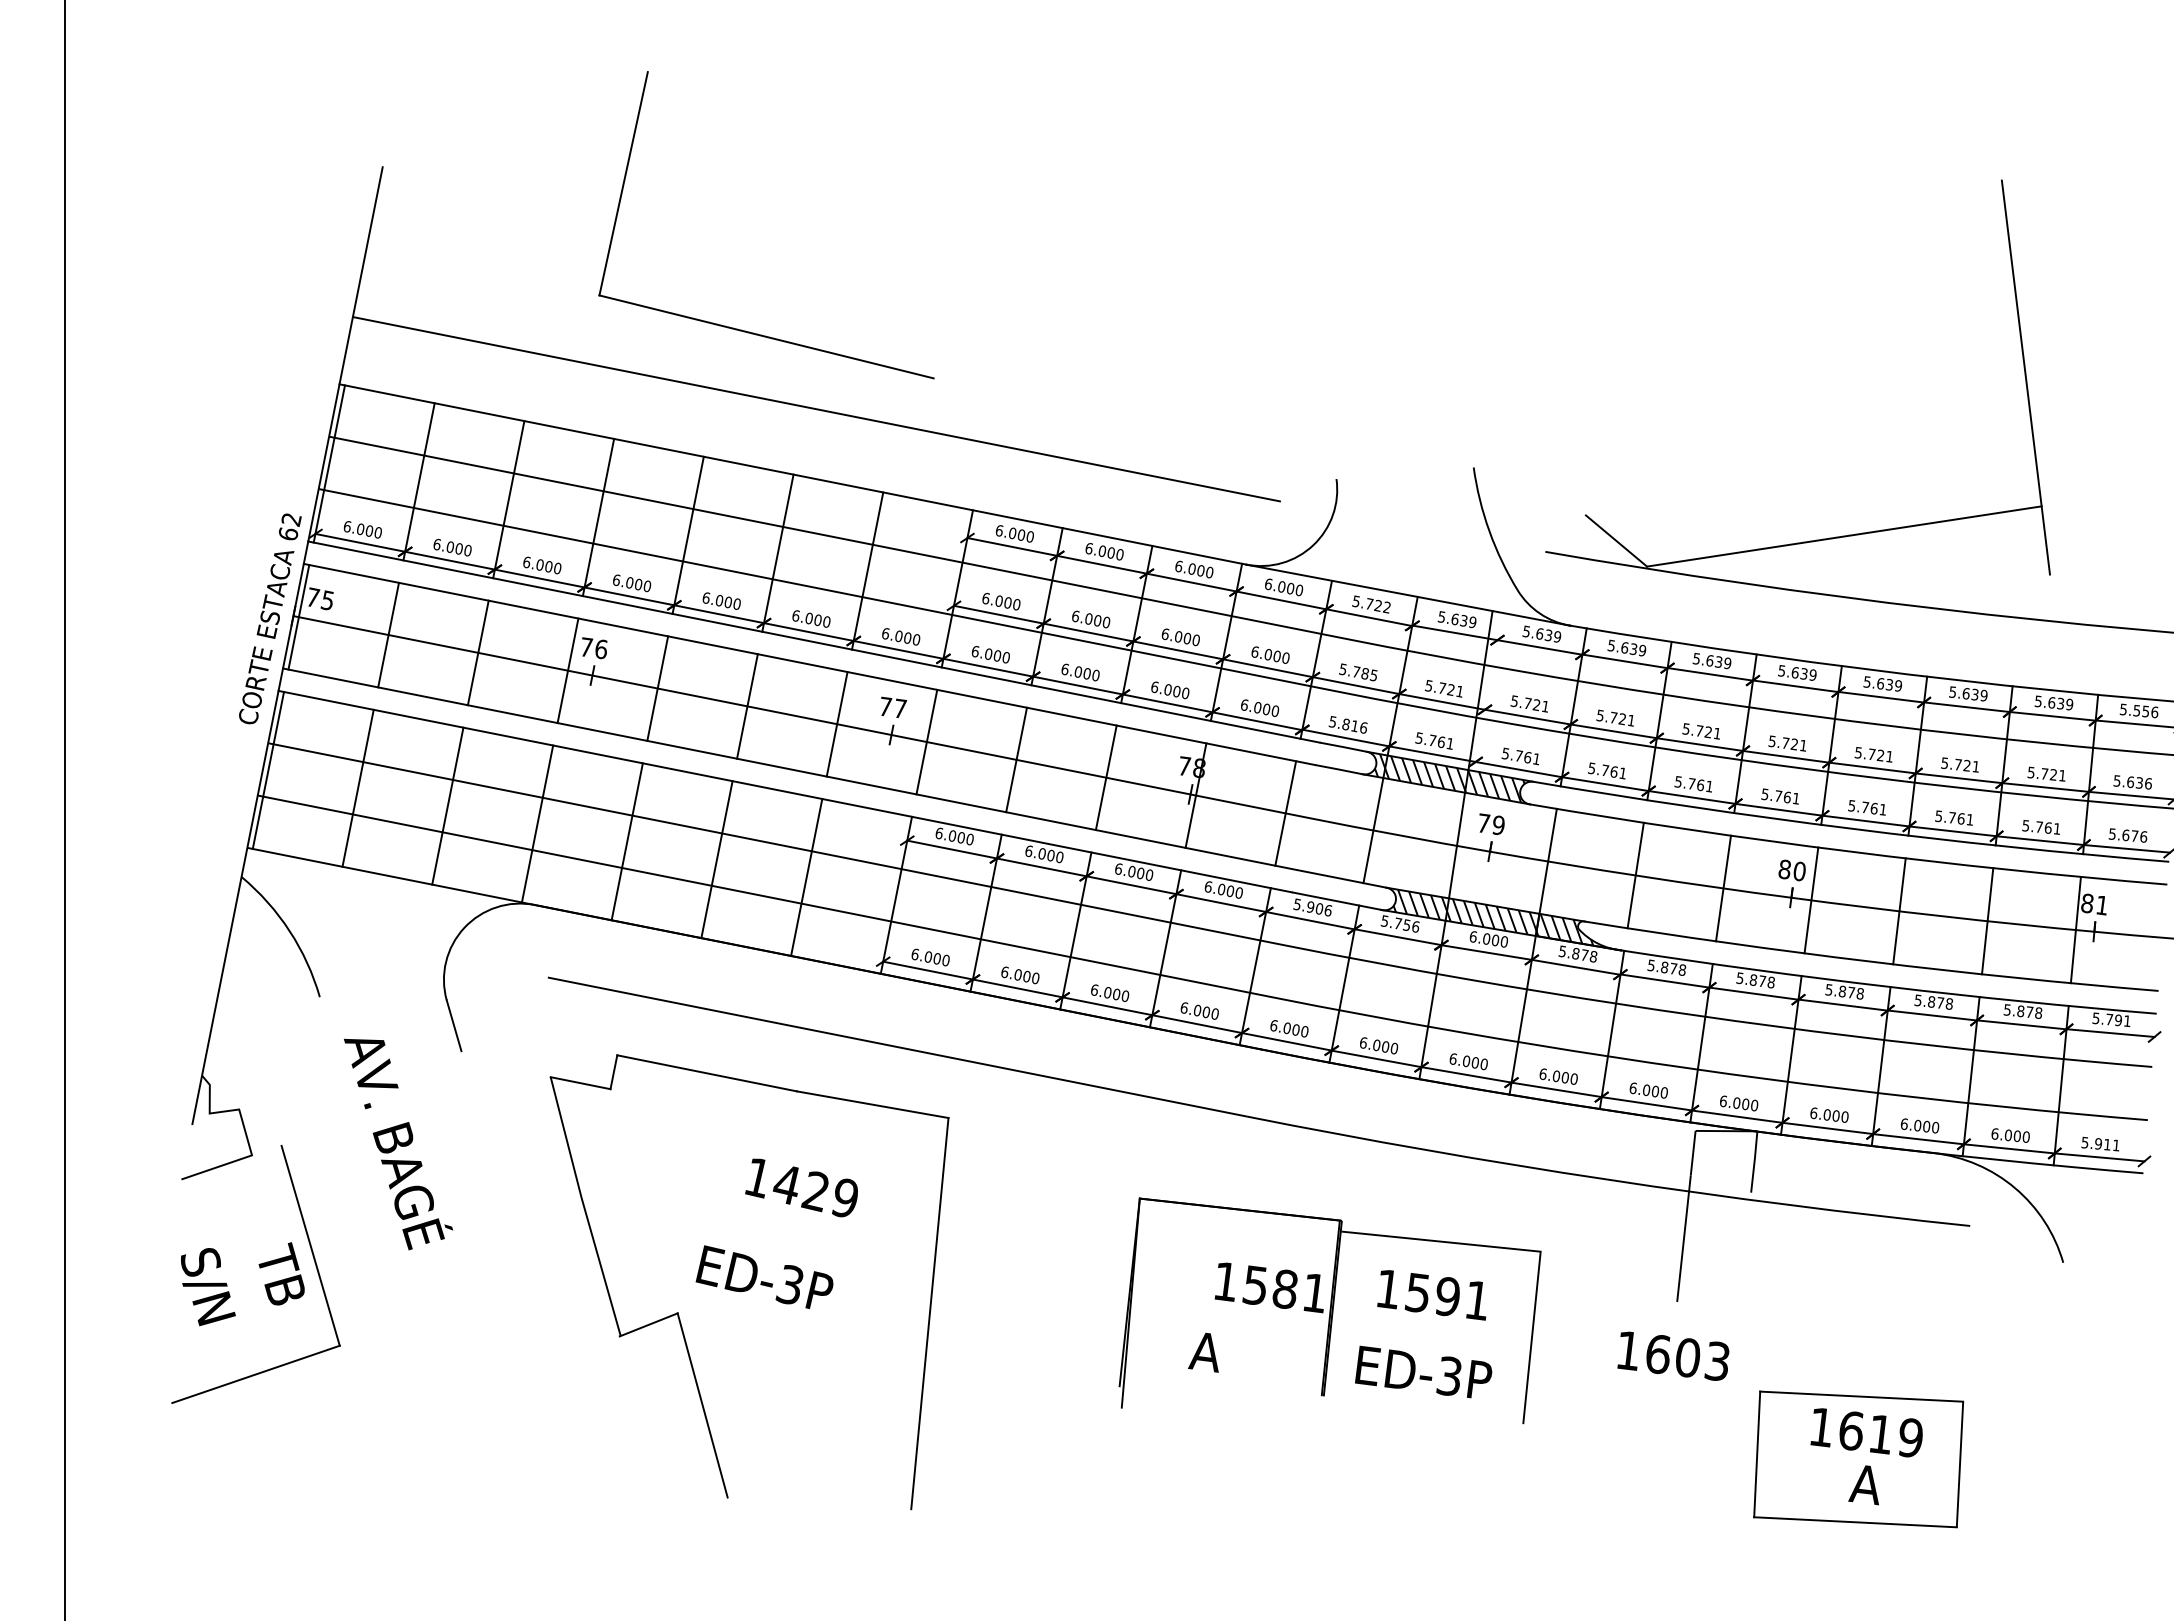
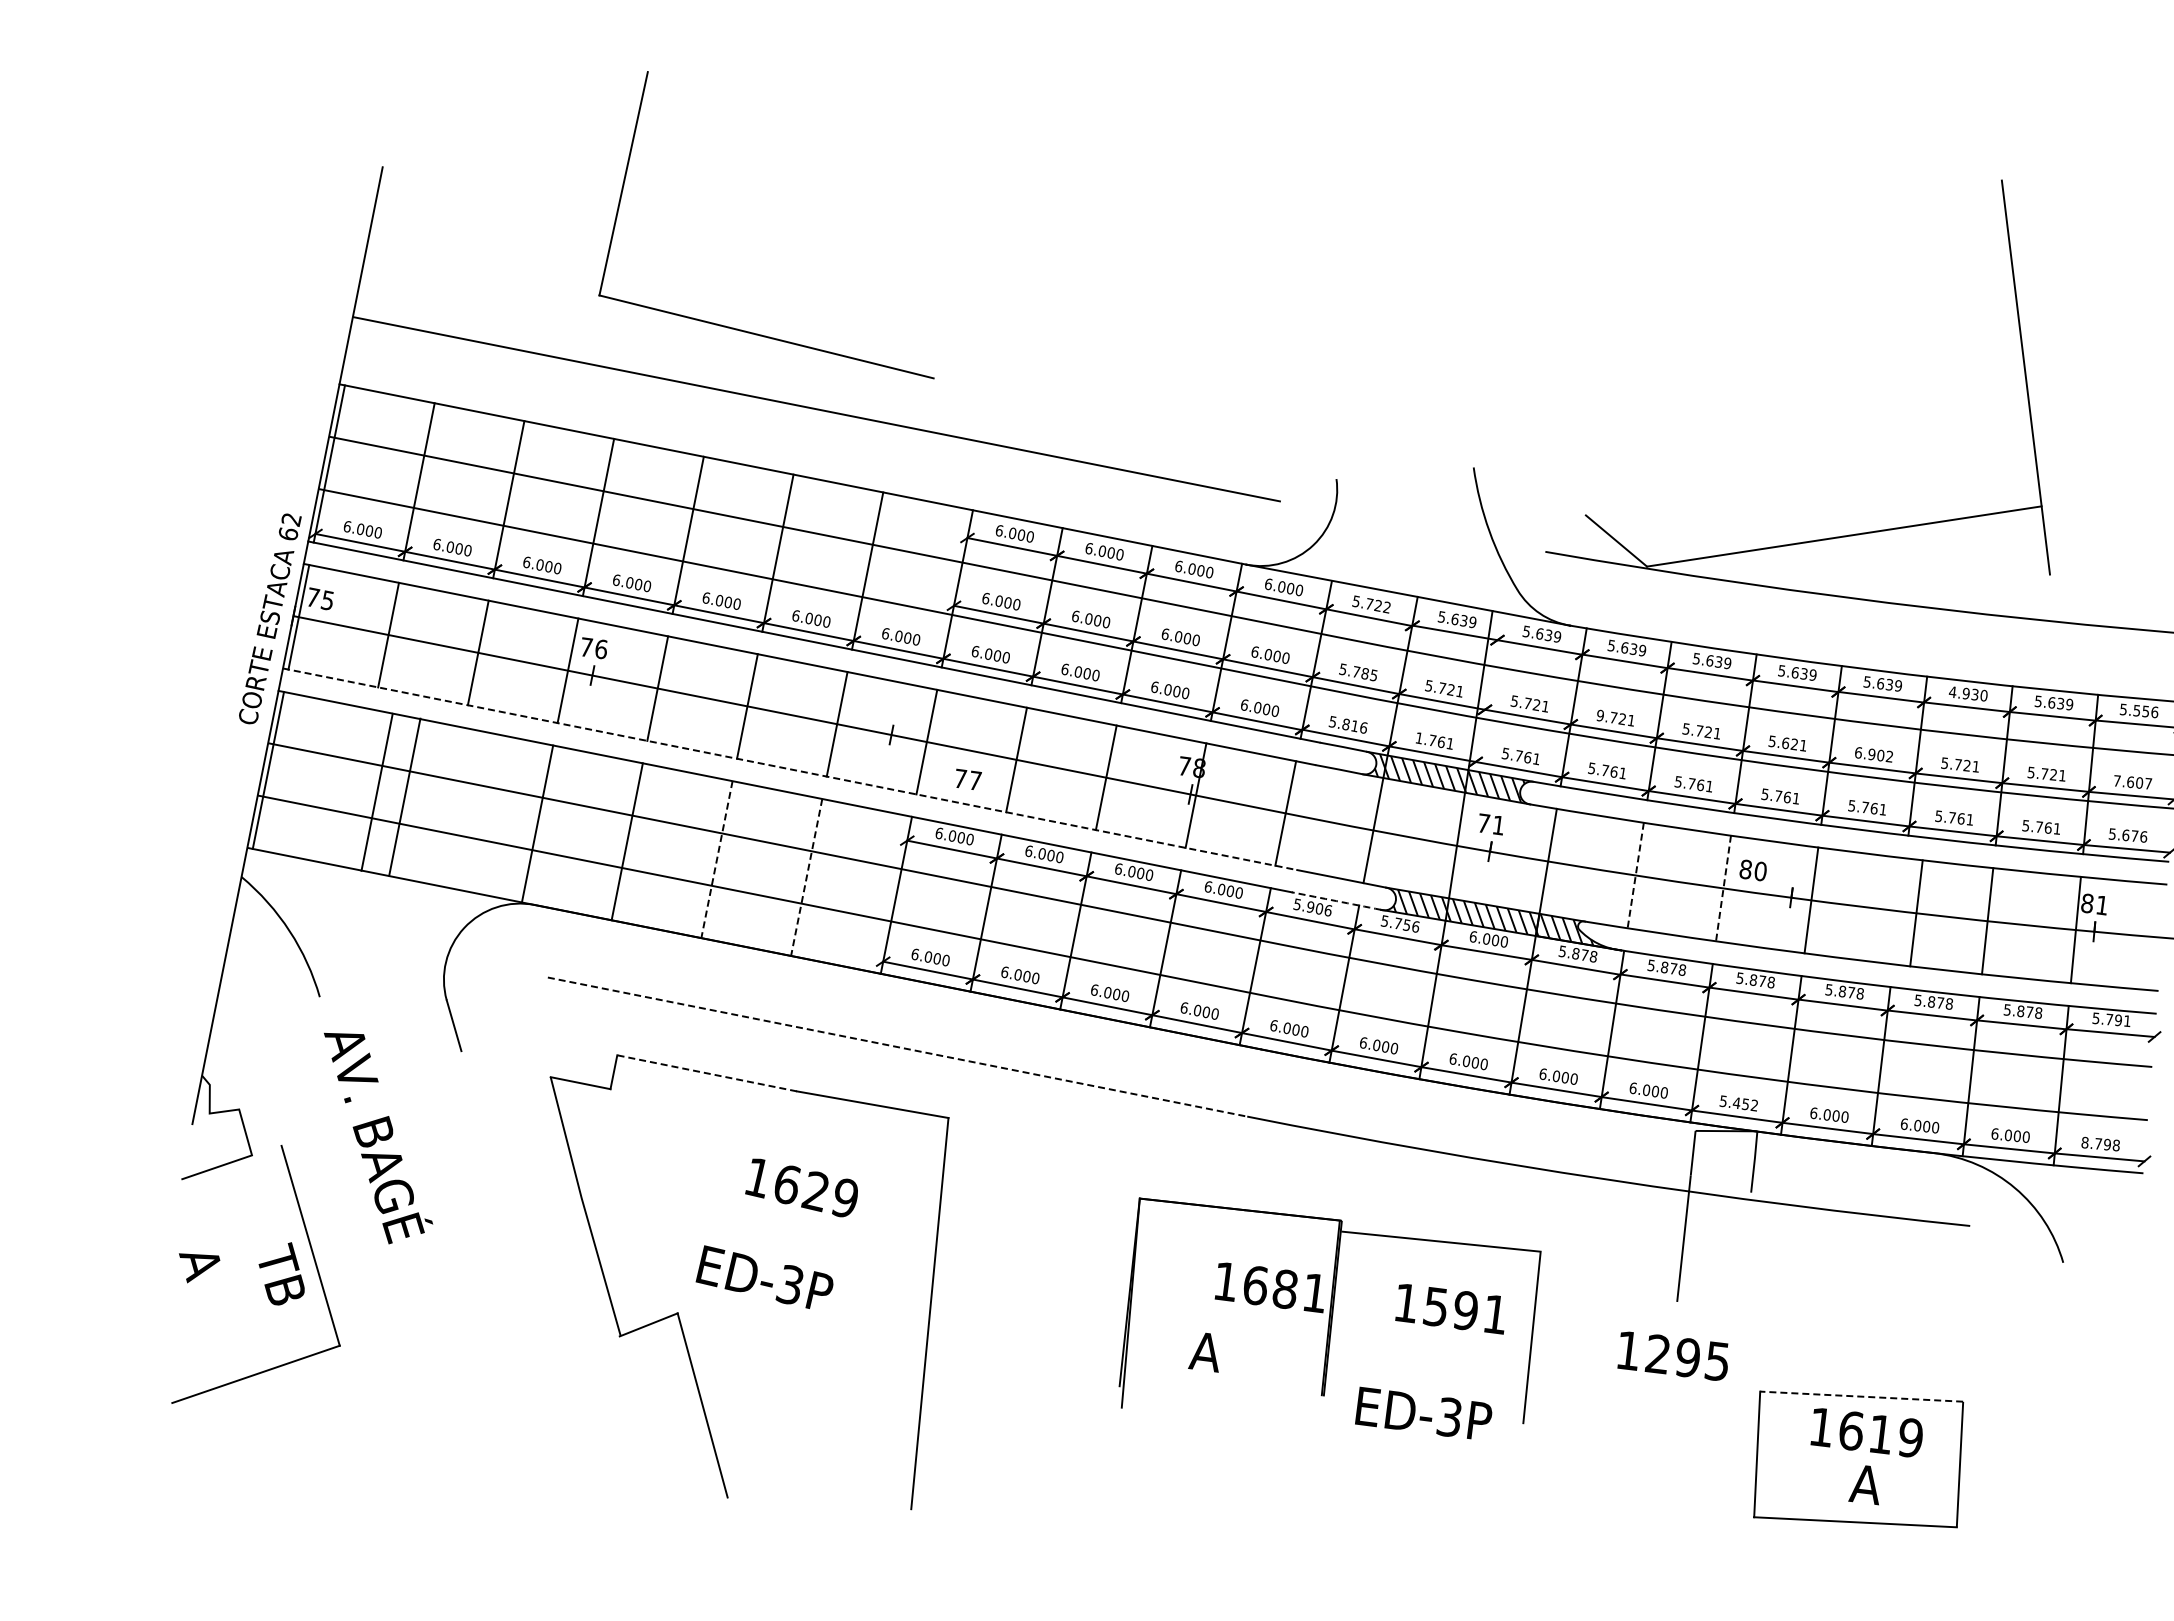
text at (1967, 693): 5.639 -> 4.930
text at (893, 706) position: (893, 706) -> (968, 778)
text at (1599, 715): 5.721 -> 9.721
text at (1418, 738): 5.761 -> 1.761
text at (1785, 743): 5.721 -> 5.621
text at (1873, 754): 5.721 -> 6.902
line at (789, 769): solid -> dashed
text at (2132, 782): 5.636 -> 7.607
line at (357, 787) position: (357, 787) -> (376, 791)
line at (447, 805) position: (447, 805) -> (404, 796)
line at (65, 809): present -> none
text at (1498, 825): 79 -> 71
line at (716, 860): solid -> dashed
text at (1791, 870) position: (1791, 870) -> (1752, 870)
line at (1635, 876): solid -> dashed
line at (806, 877): solid -> dashed
line at (1723, 889): solid -> dashed
line at (1336, 901): solid -> dashed
line at (1899, 911) position: (1899, 911) -> (1916, 913)
line at (897, 1047): solid -> dashed
line at (707, 1073): solid -> dashed
text at (1738, 1103): 6.000 -> 5.452
text at (2100, 1143): 5.911 -> 8.798
text at (398, 1144) position: (398, 1144) -> (378, 1138)
text at (786, 1184): 1429 -> 1629
text at (1254, 1285): 1581 -> 1681
text at (206, 1287): S/N -> A
text at (1431, 1295) position: (1431, 1295) -> (1449, 1309)
text at (1686, 1357): 1603 -> 1295
text at (1423, 1371) position: (1423, 1371) -> (1423, 1412)
line at (1861, 1396): solid -> dashed
